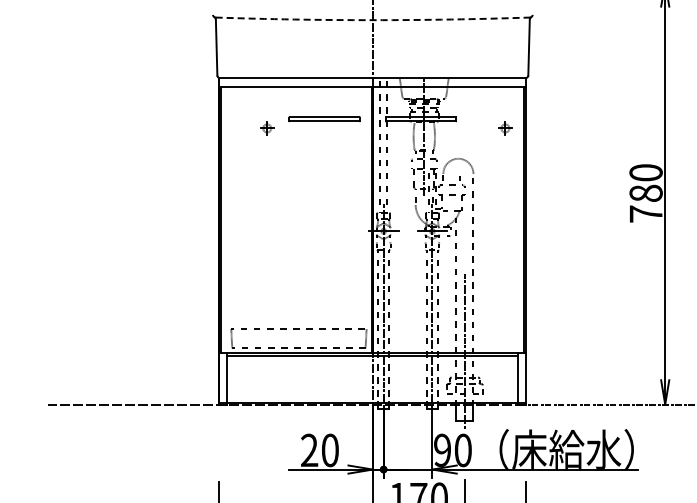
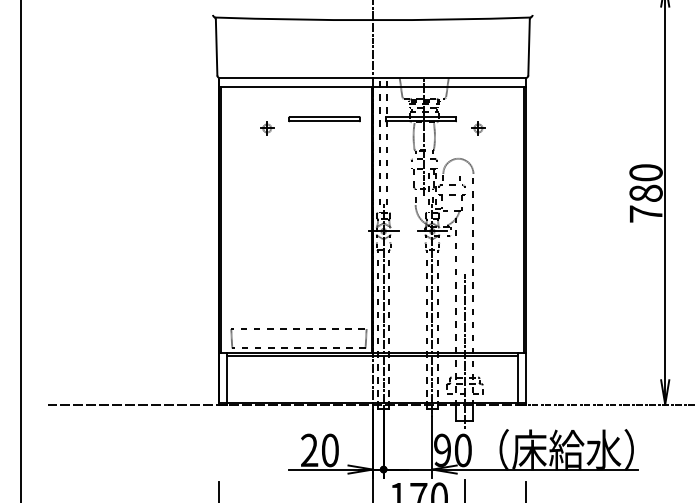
arc at (372, 20): dashed -> solid
part at (505, 128) position: (505, 128) -> (478, 128)
line at (20, 250): none -> present
